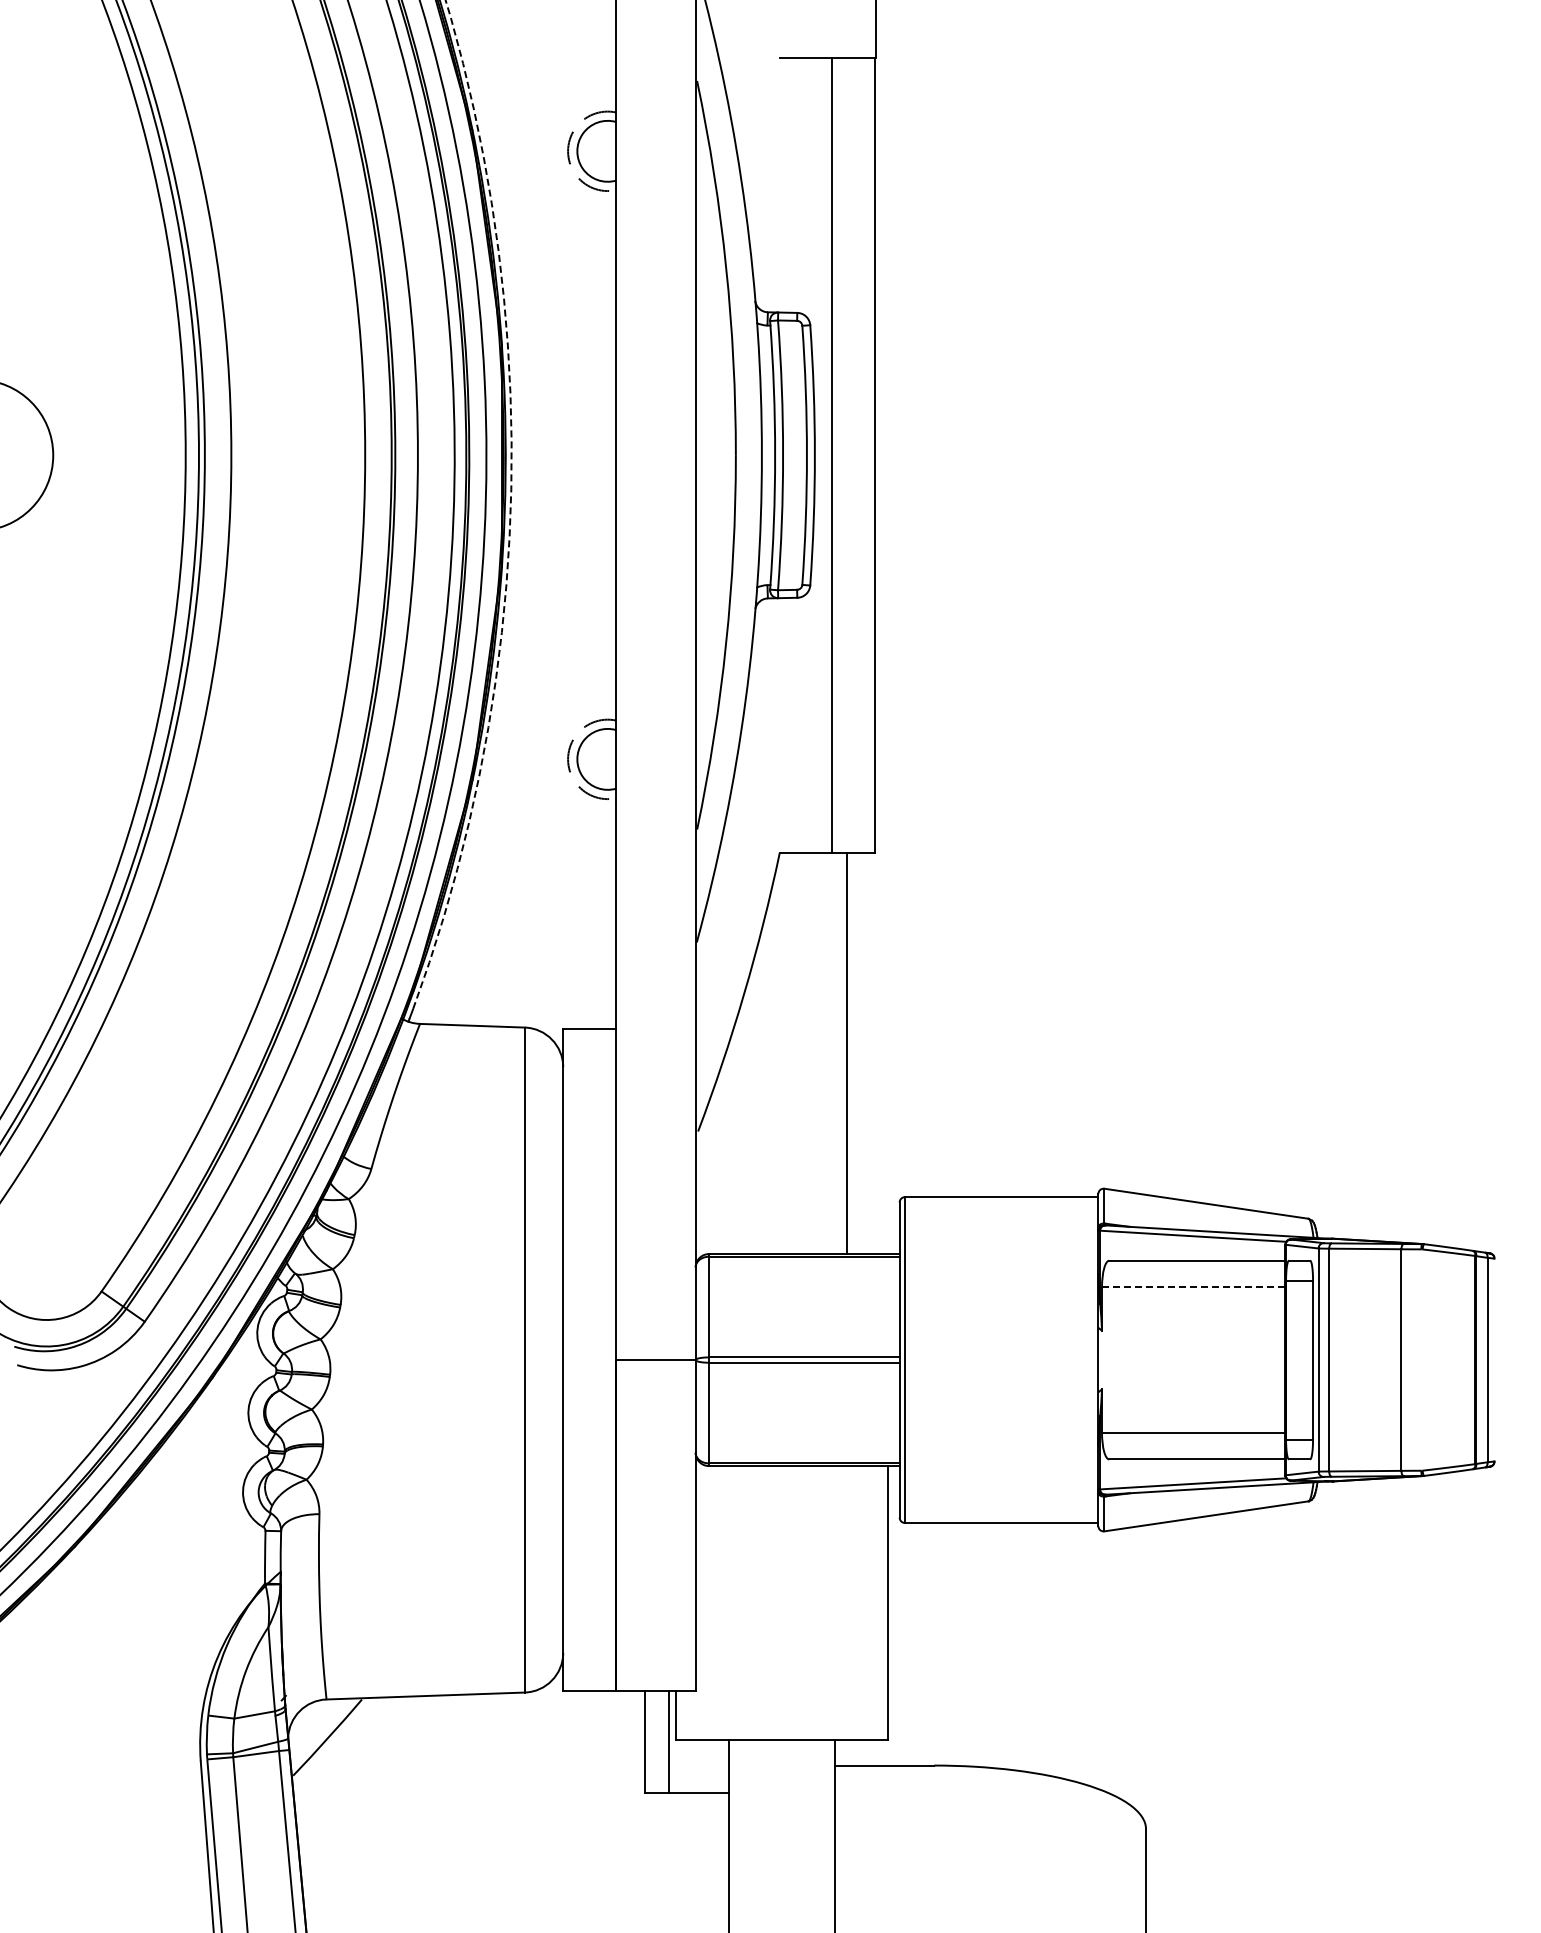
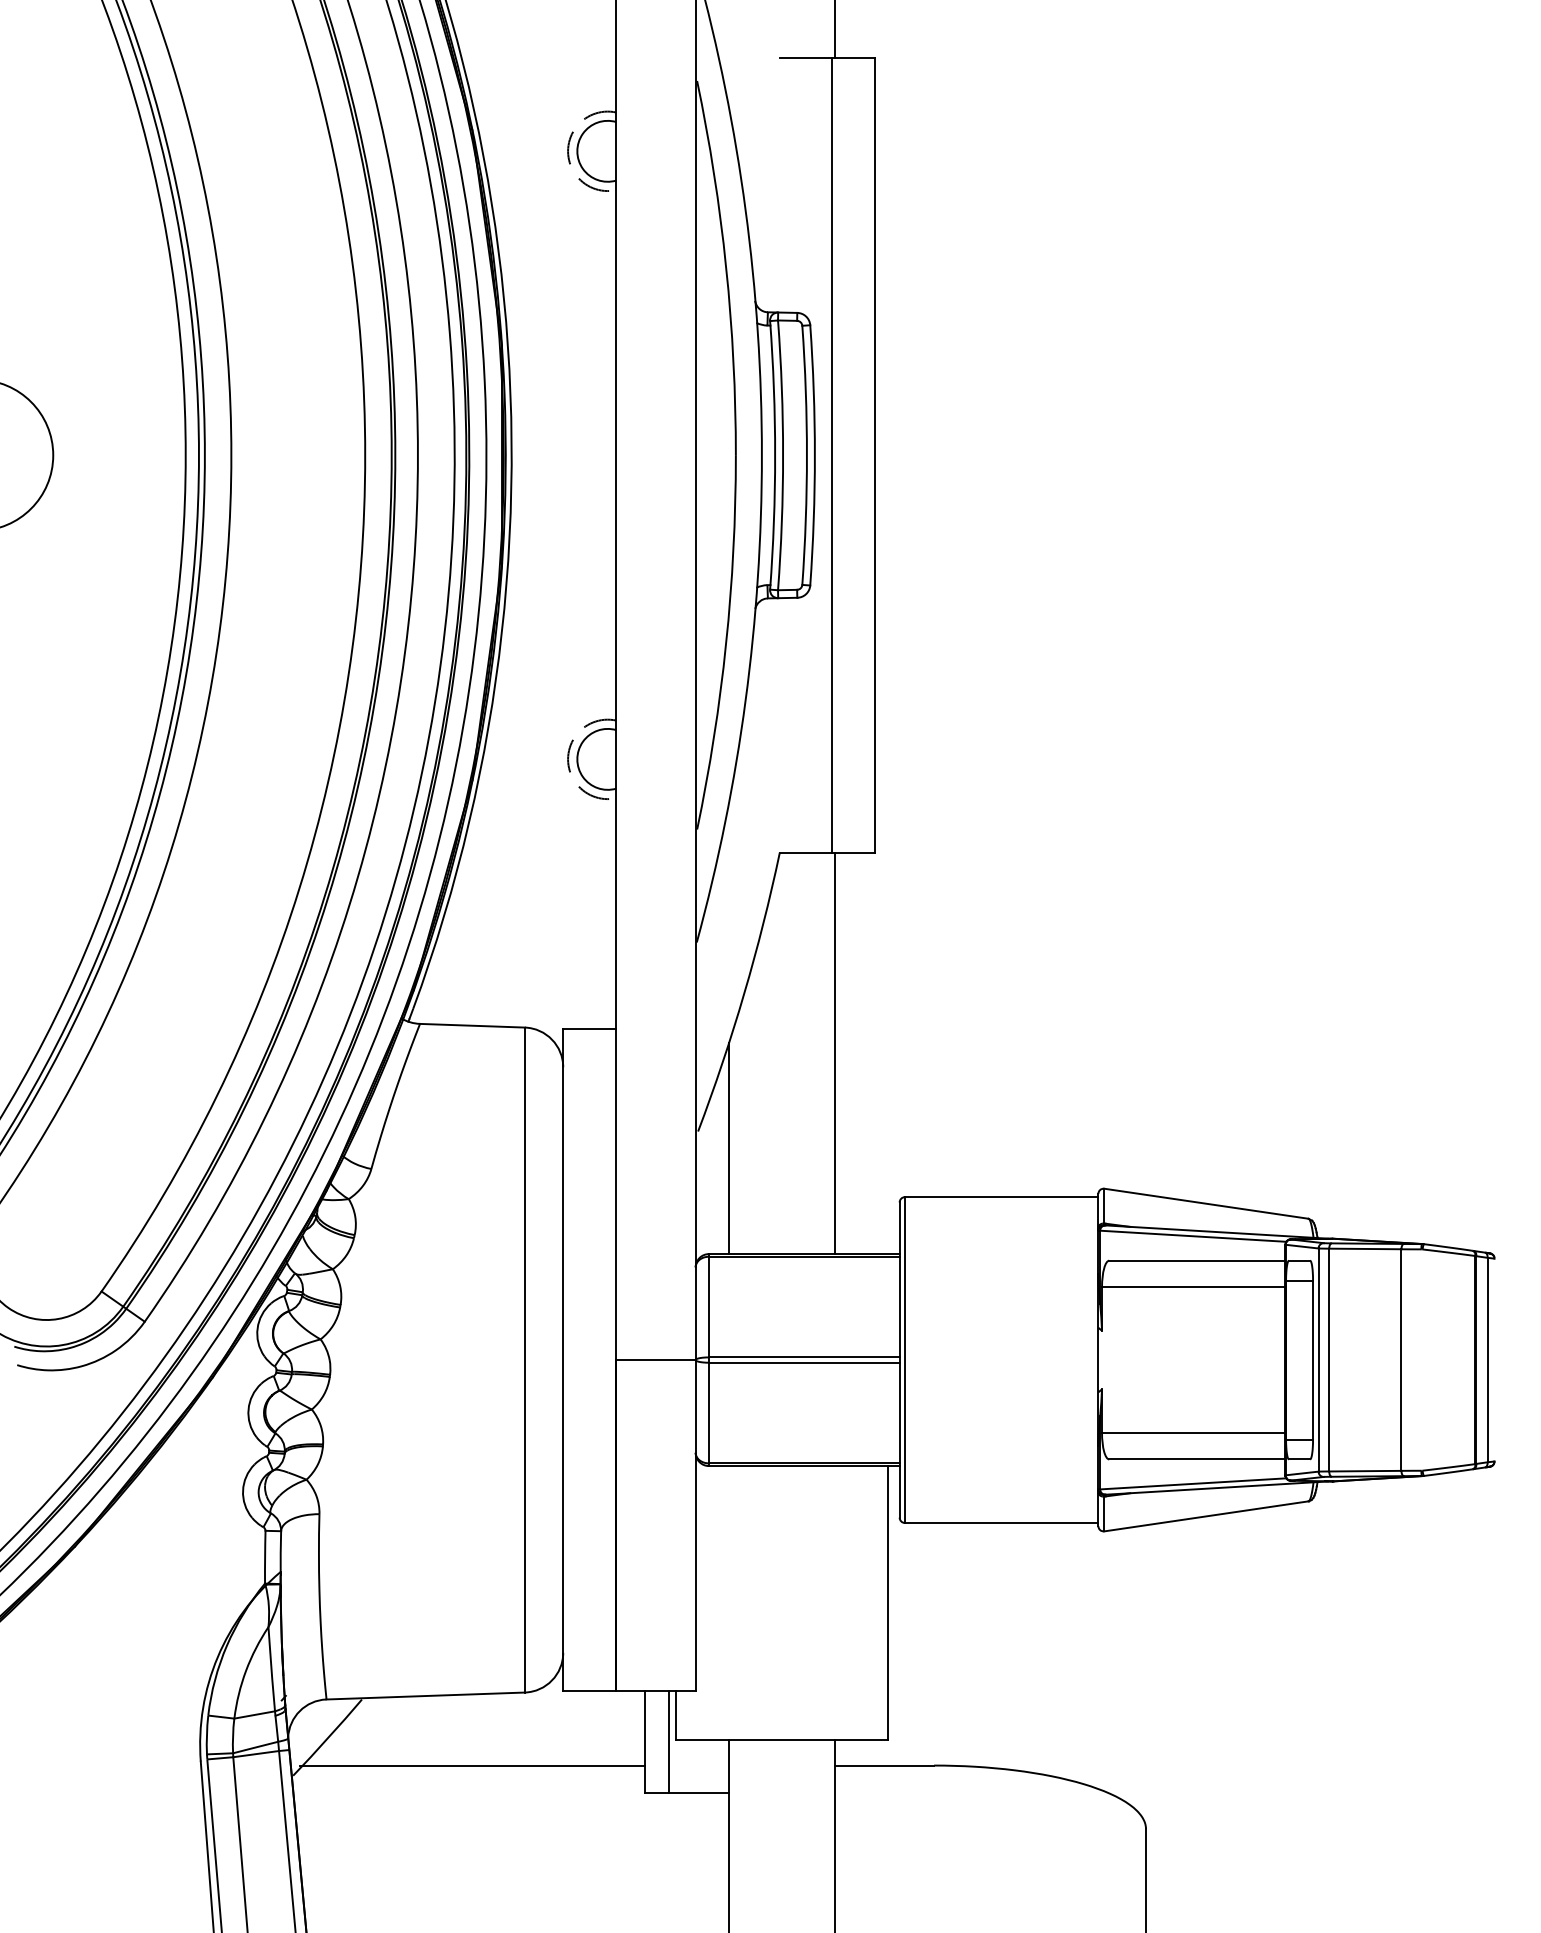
line at (875, 29) position: (875, 29) -> (834, 29)
arc at (510, 506): dashed -> solid
line at (846, 1053) position: (846, 1053) -> (834, 1053)
line at (728, 1148): none -> present
line at (1193, 1287): dashed -> solid
line at (472, 1765): none -> present
